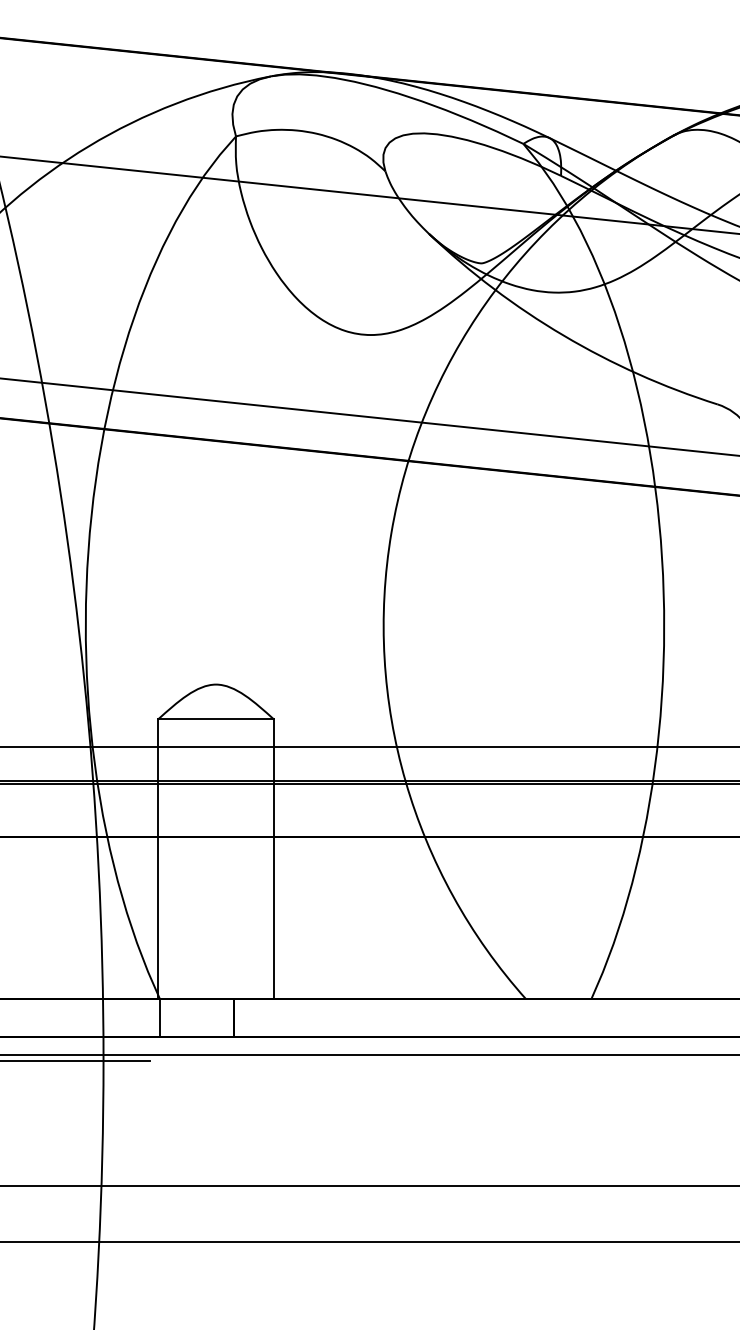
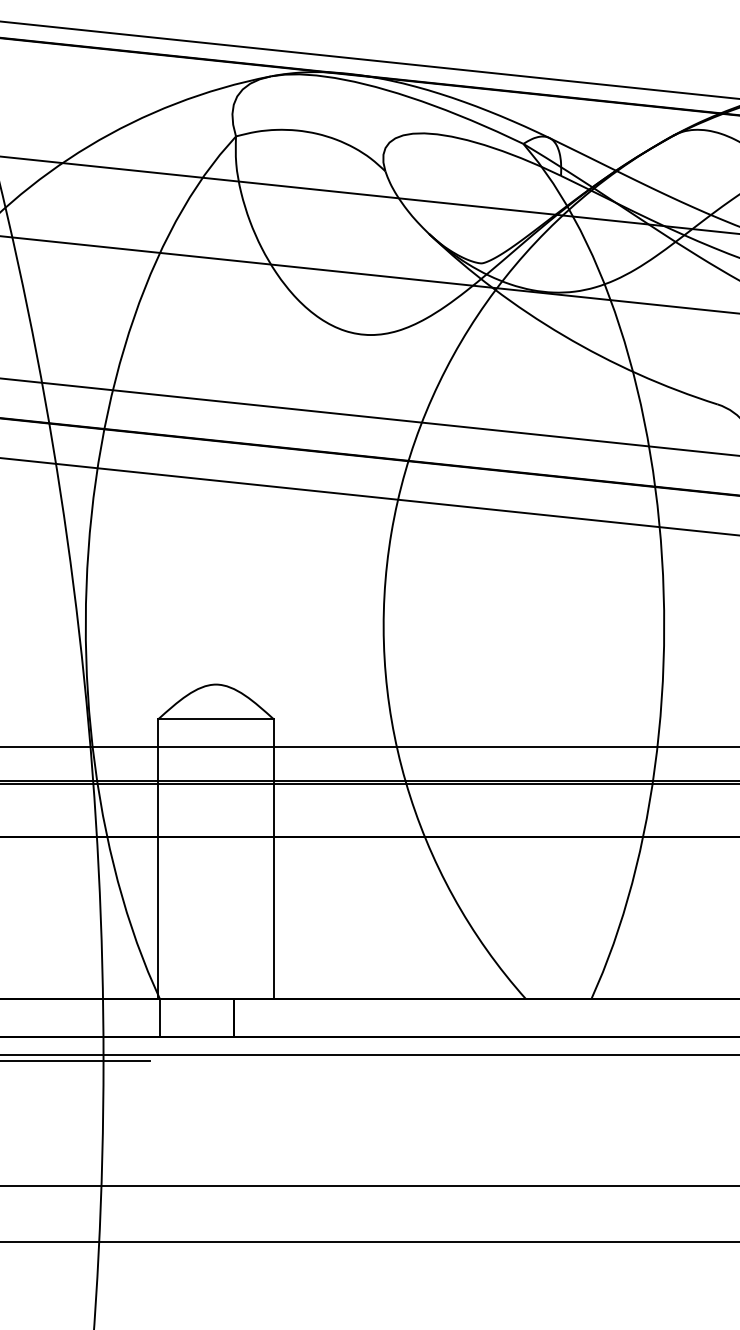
line at (369, 59): none -> present
line at (369, 274): none -> present
line at (369, 496): none -> present
